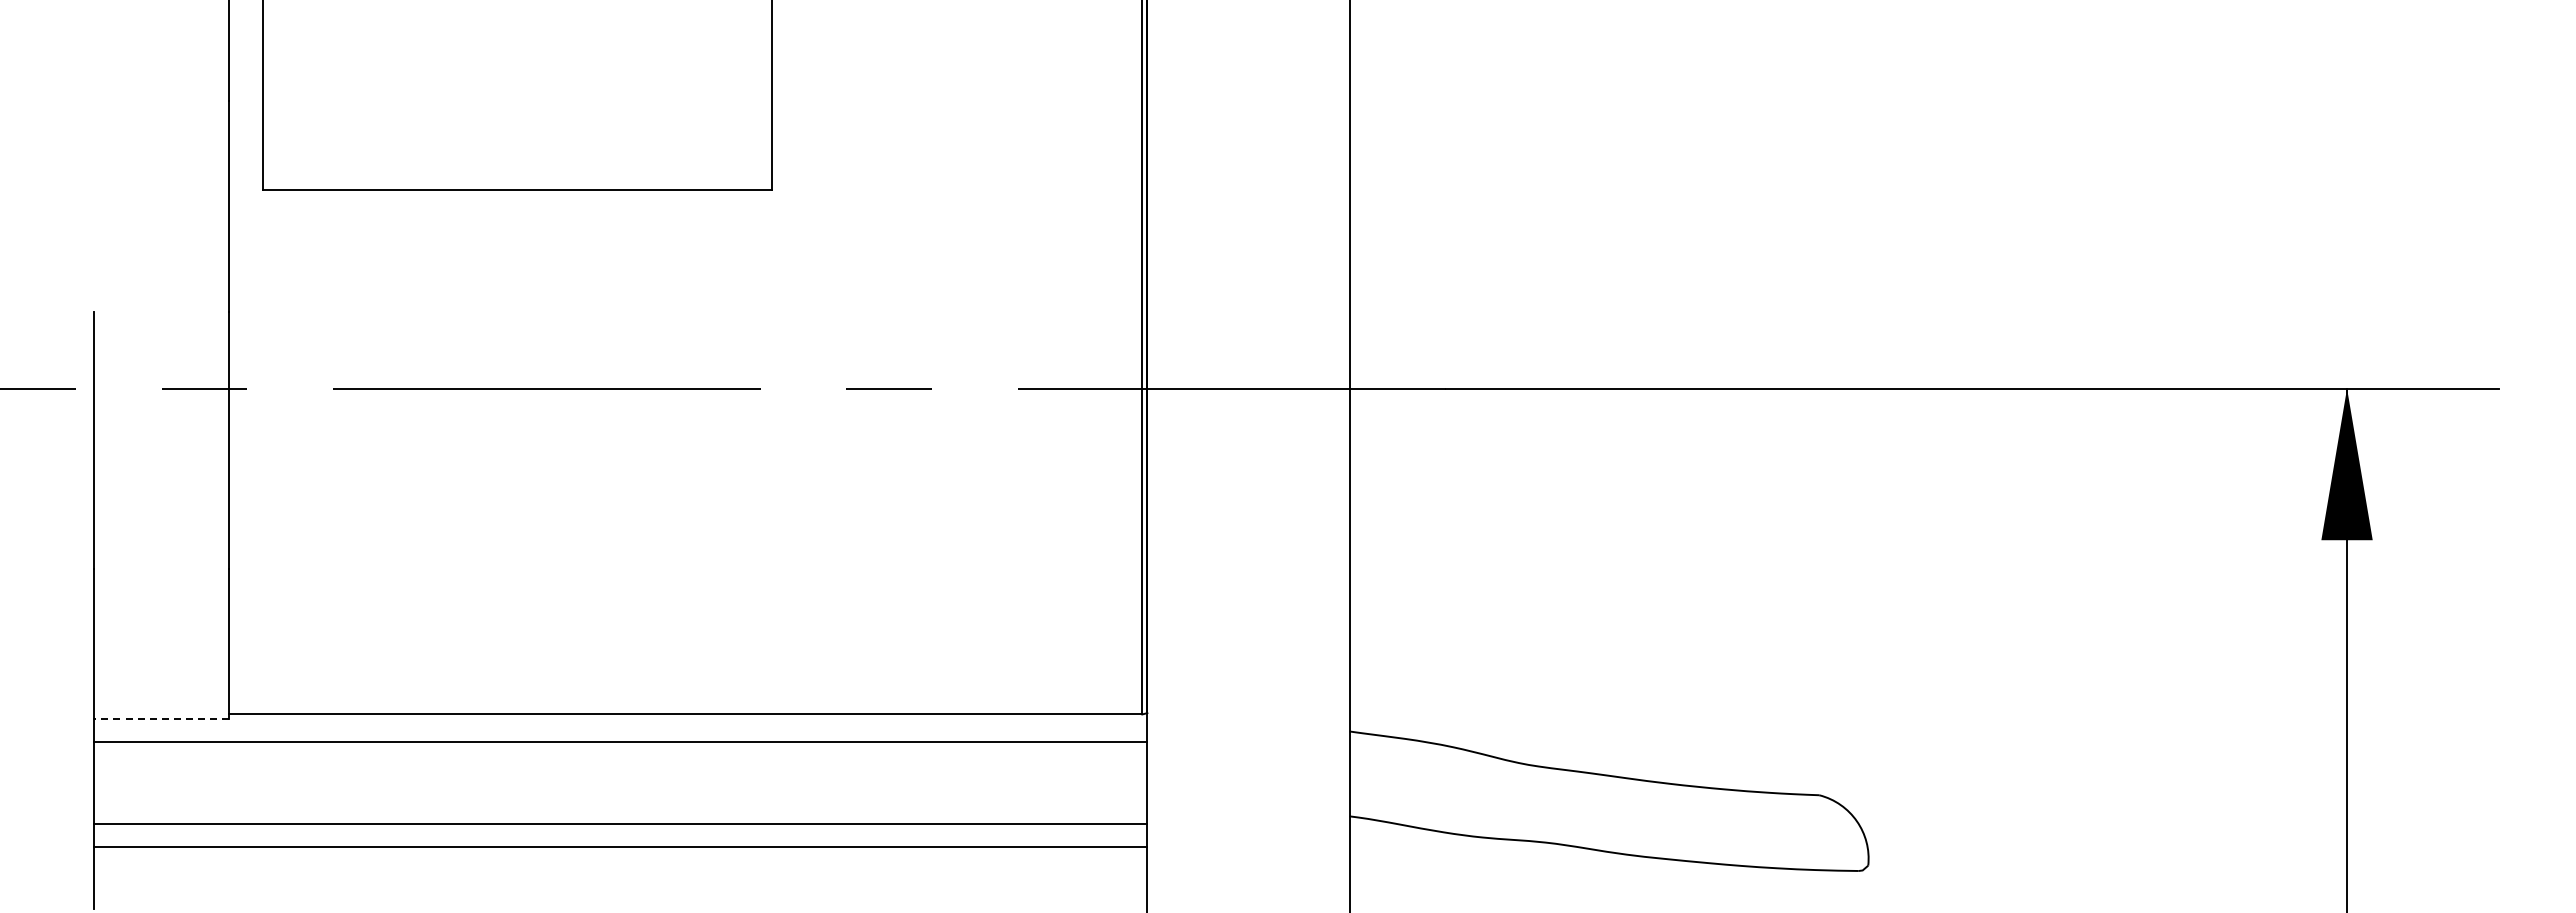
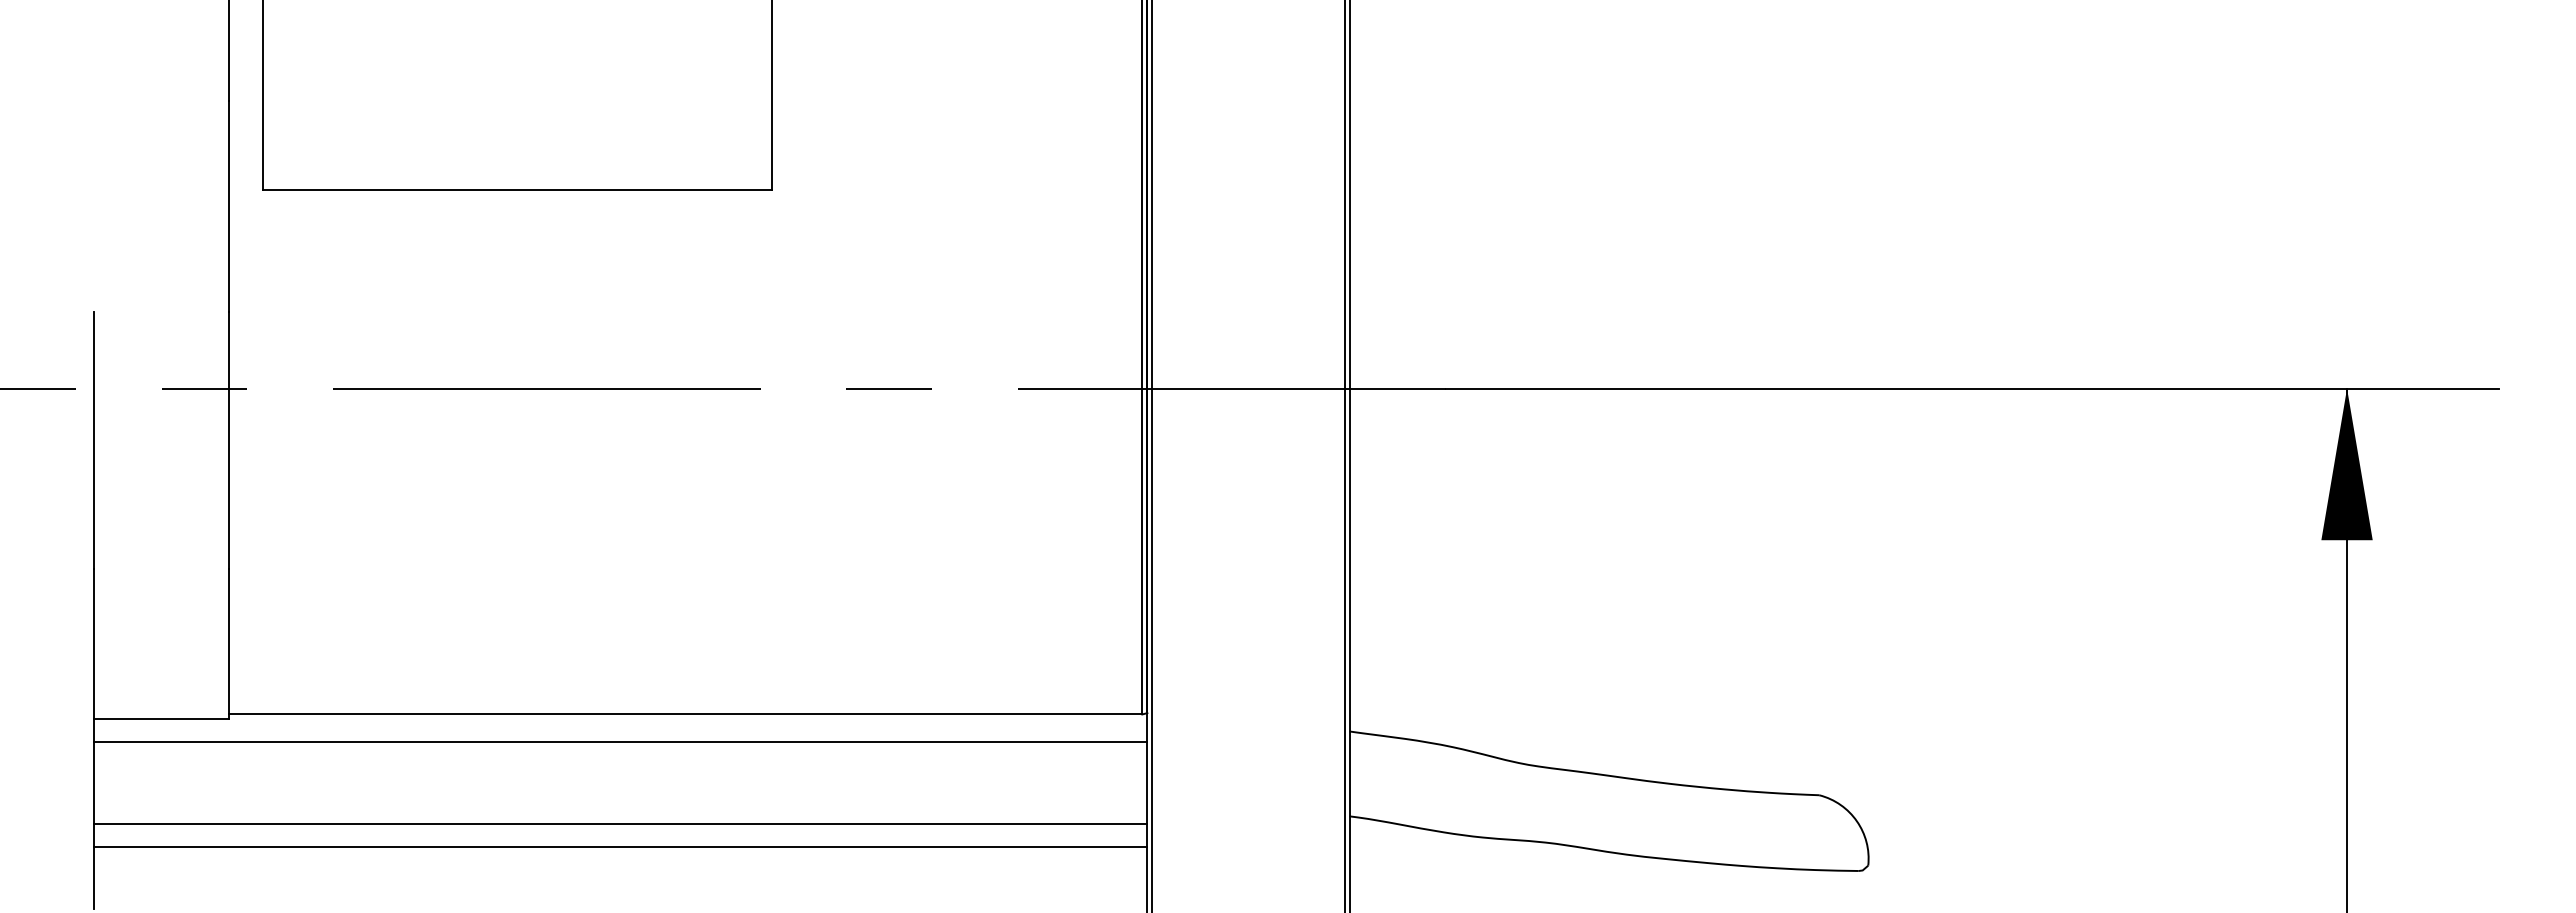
line at (1152, 455): none -> present
line at (1344, 455): none -> present
line at (161, 718): dashed -> solid
